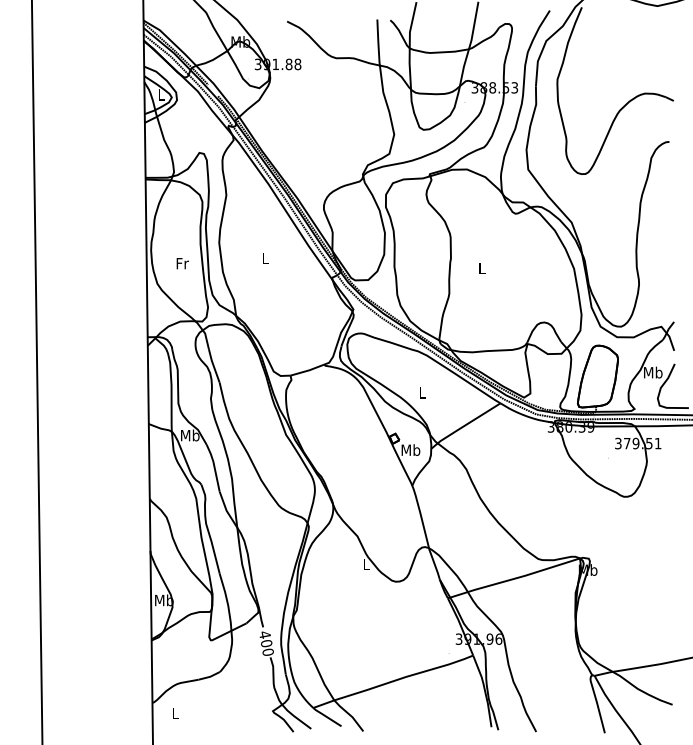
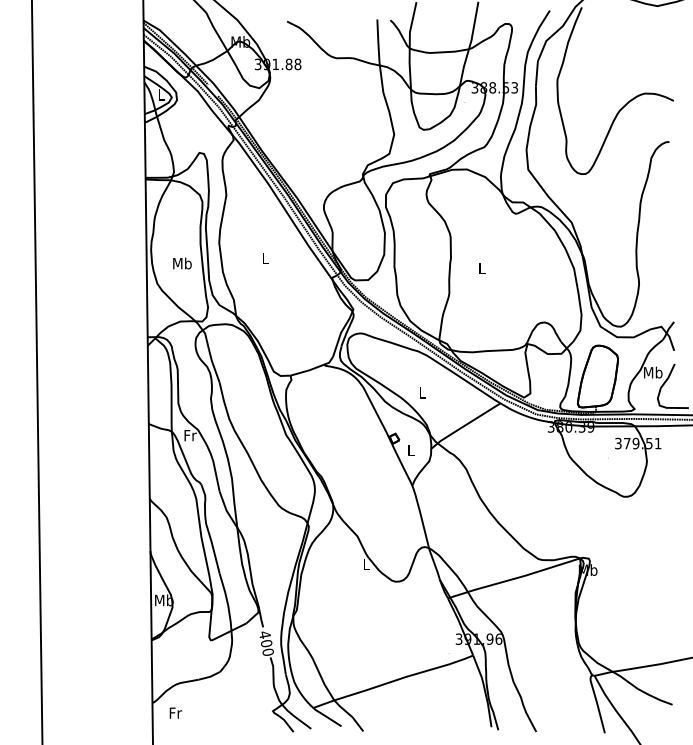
text at (182, 263): Fr -> Mb
text at (190, 435): Mb -> Fr
text at (410, 449): Mb -> L
text at (175, 712): L -> Fr
